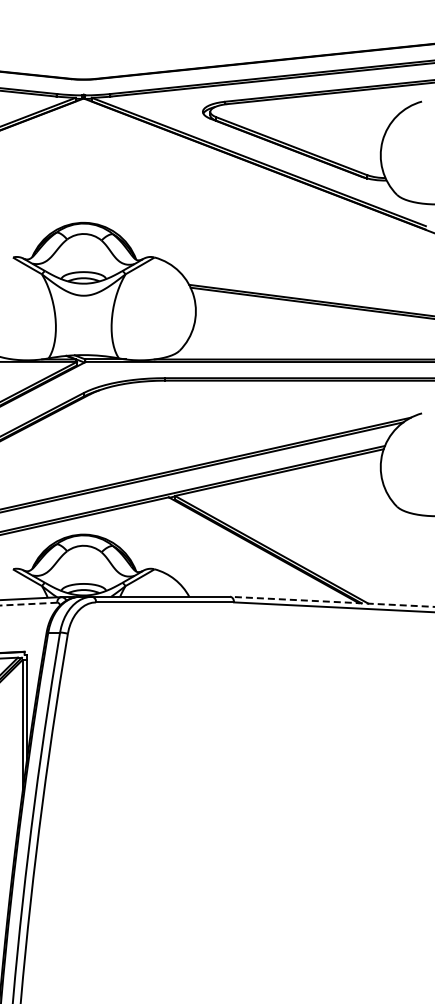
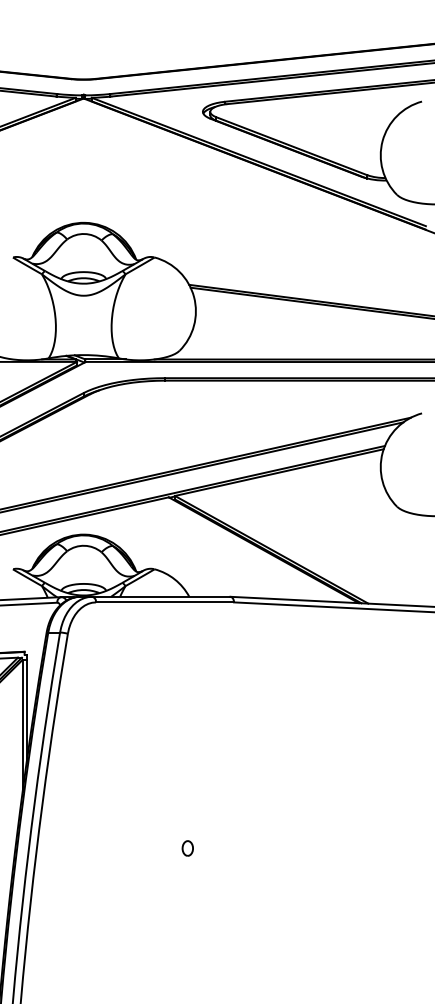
line at (332, 601): dashed -> solid
line at (28, 604): dashed -> solid
part at (187, 848): none -> present
